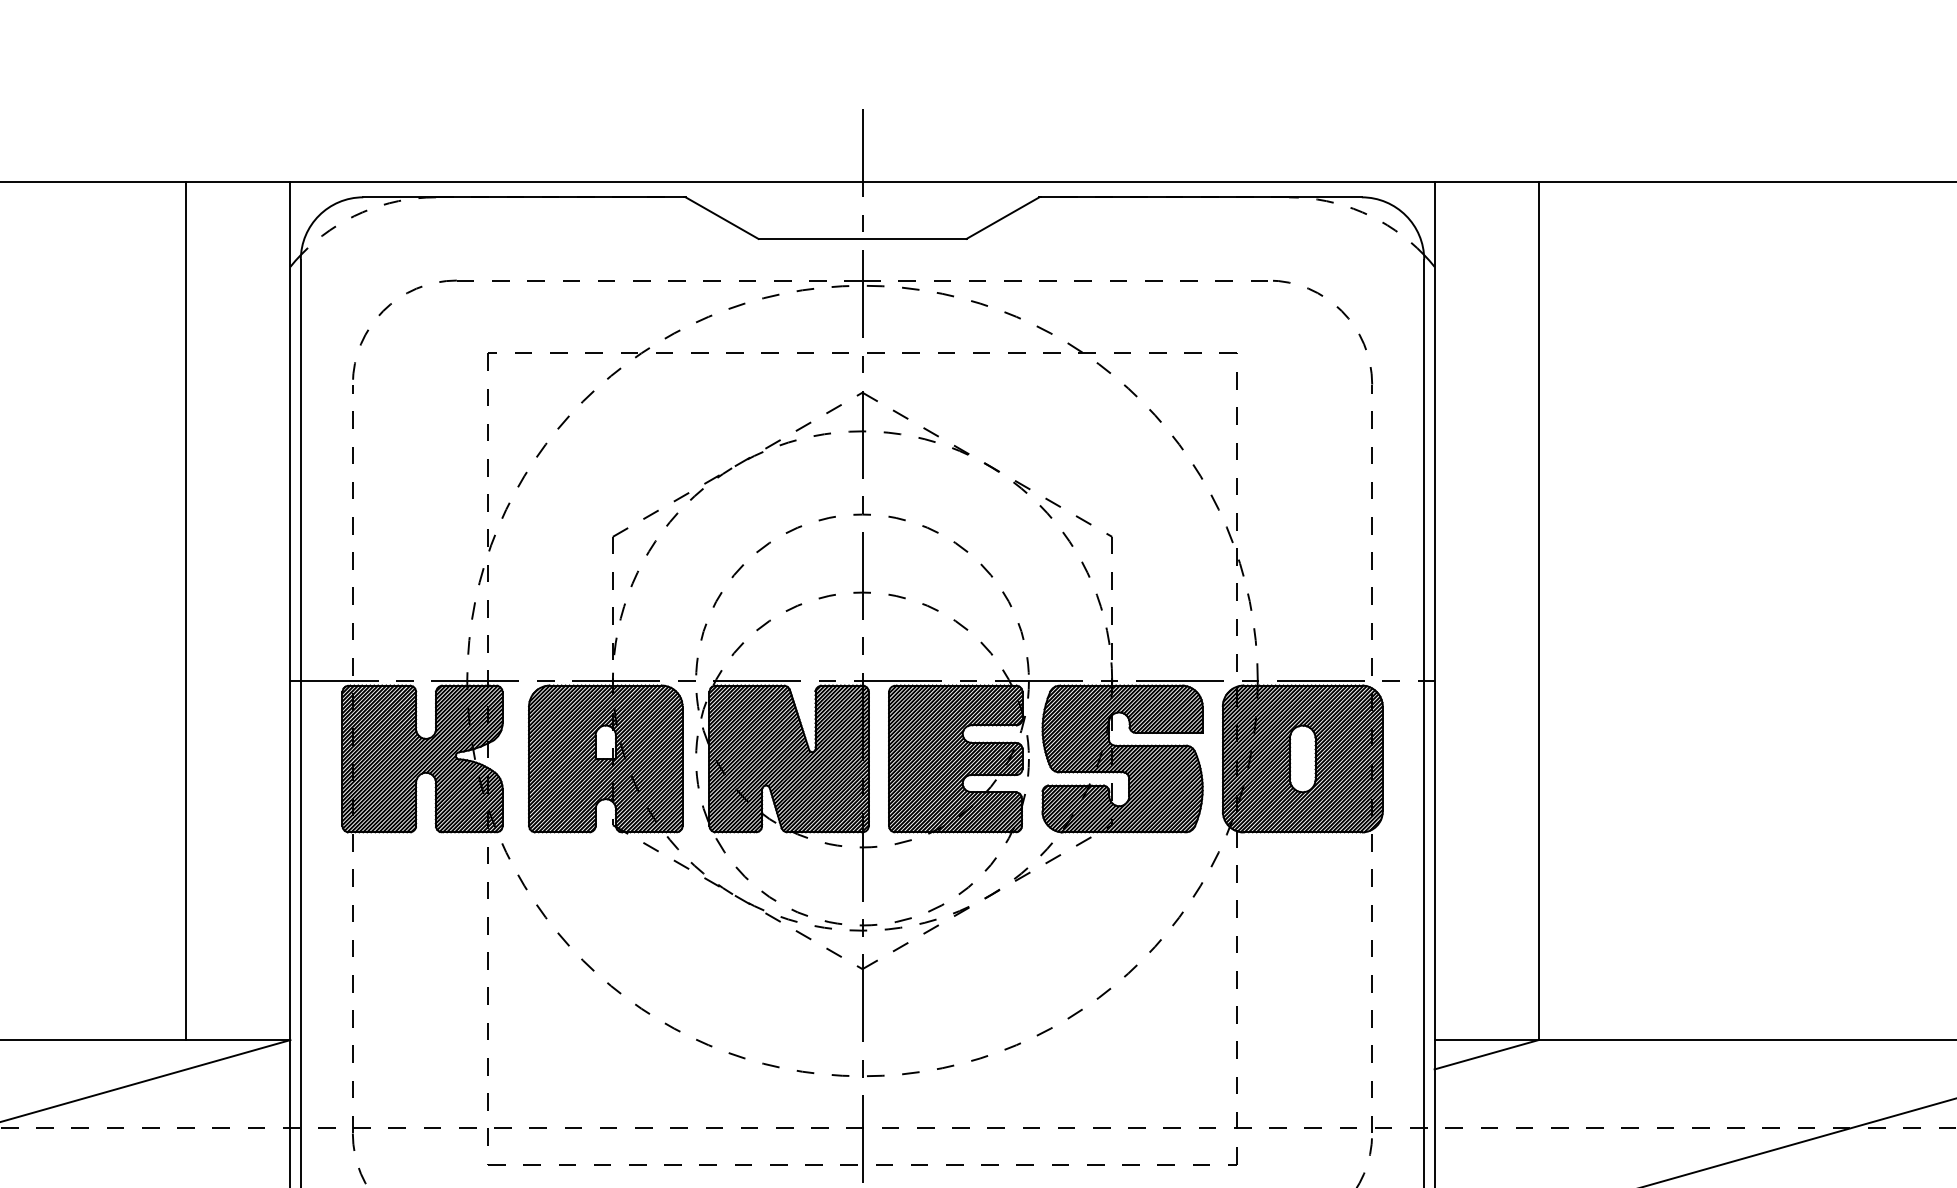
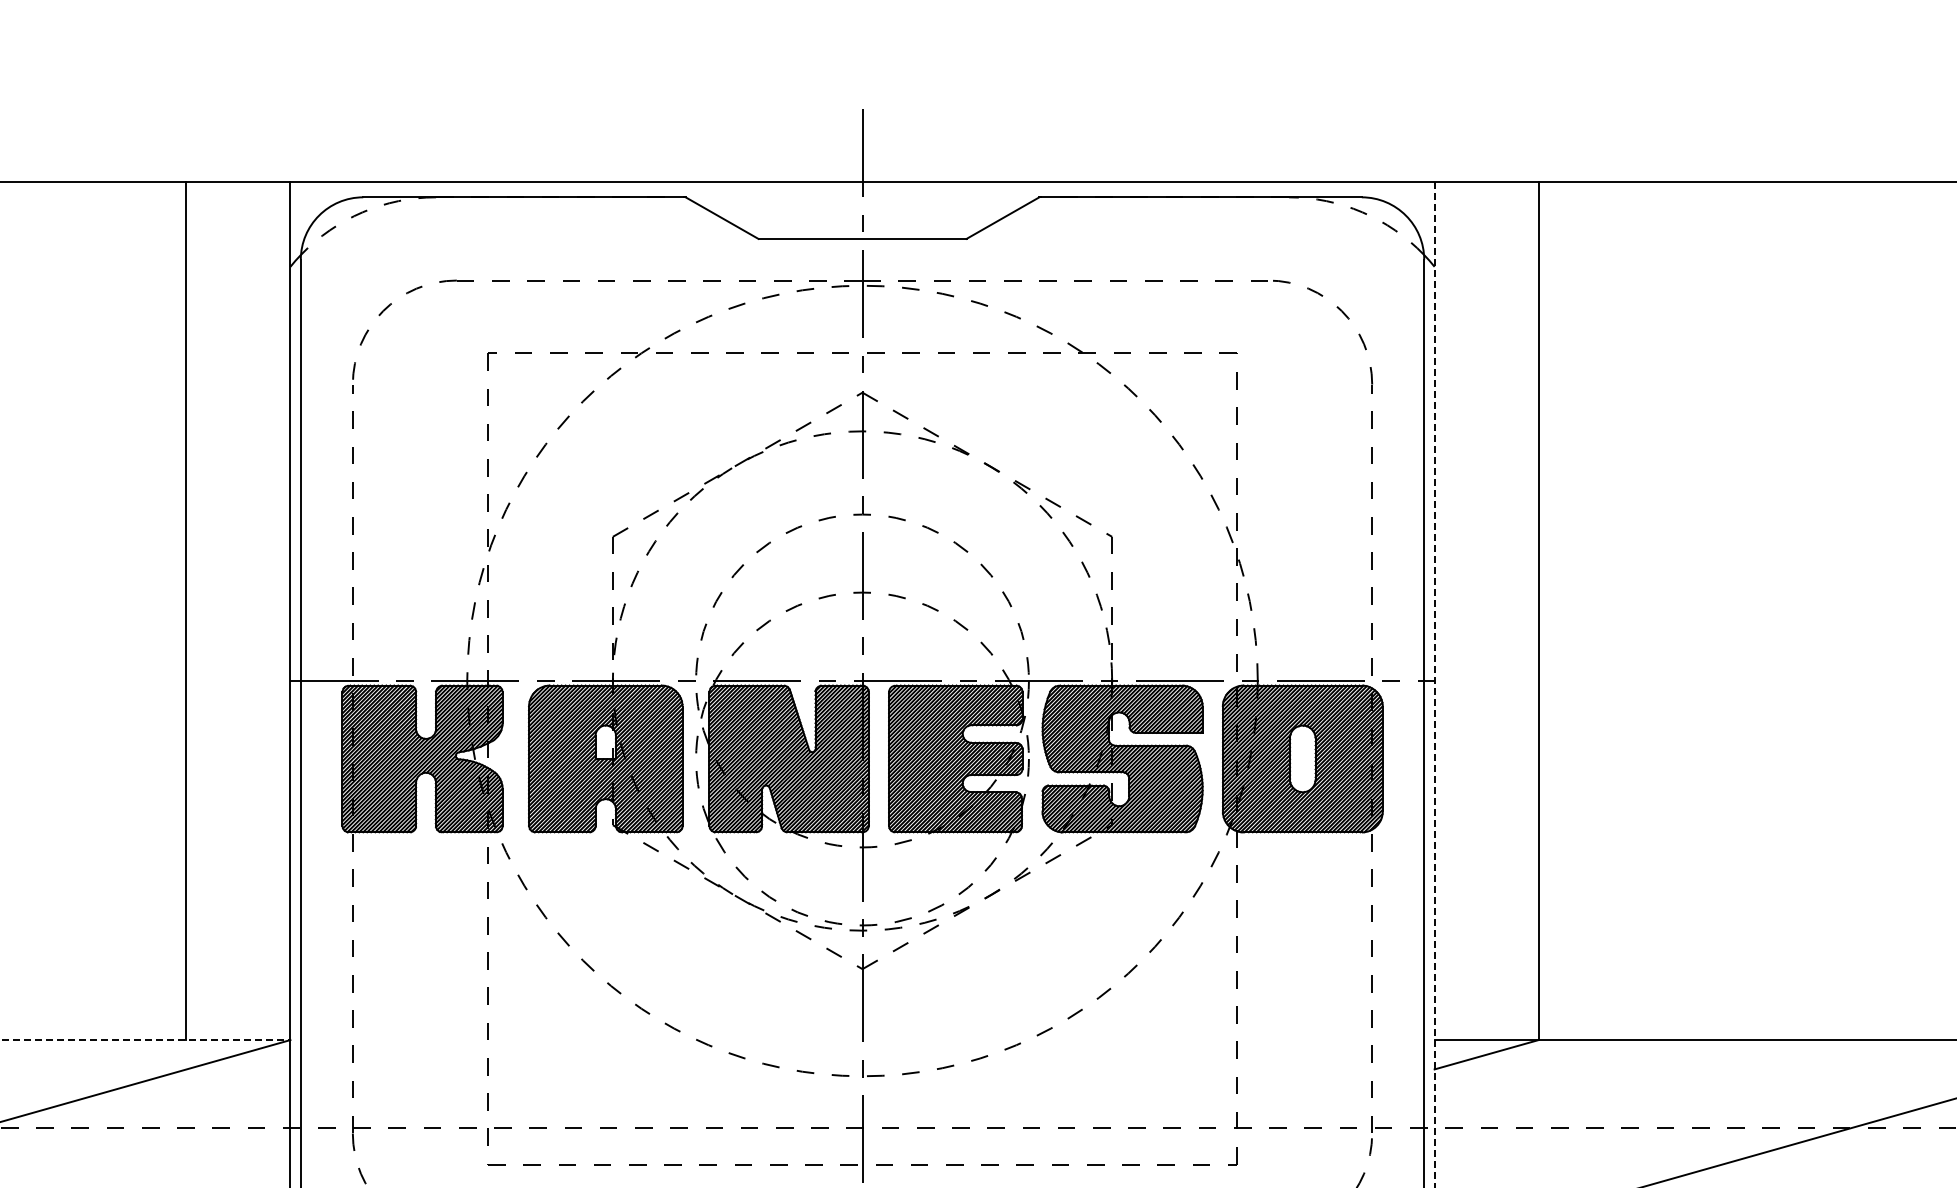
line at (1434, 684): solid -> dashed
line at (145, 1040): solid -> dashed
